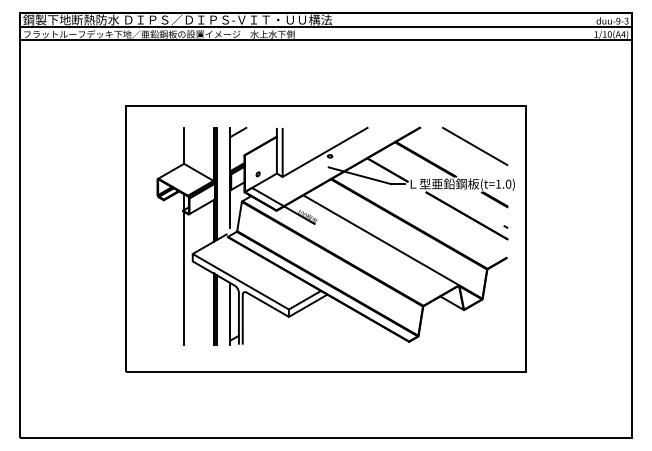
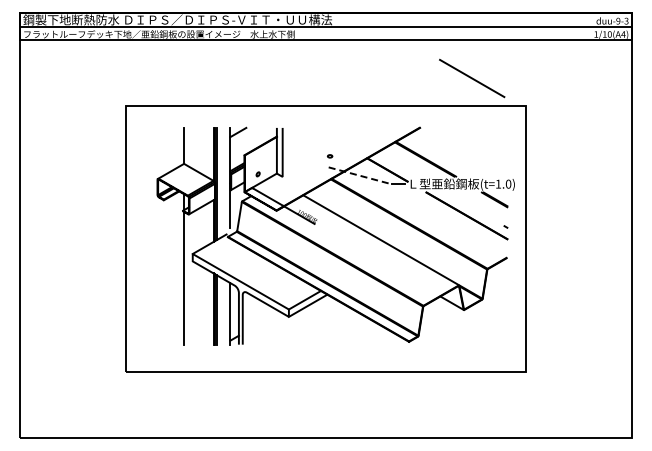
line at (475, 146) position: (475, 146) -> (472, 78)
line at (324, 151): present -> none
line at (360, 175): solid -> dashed
